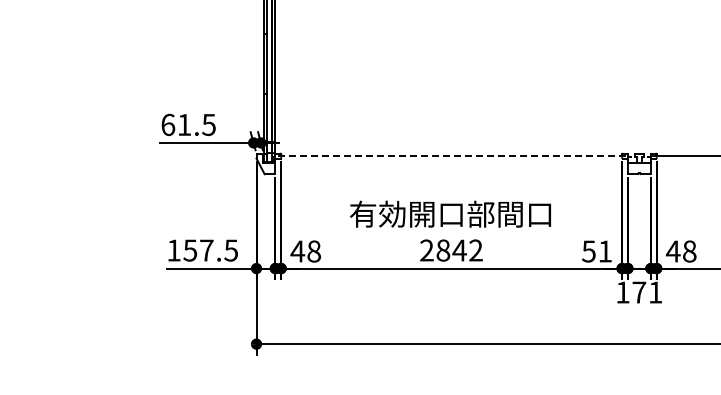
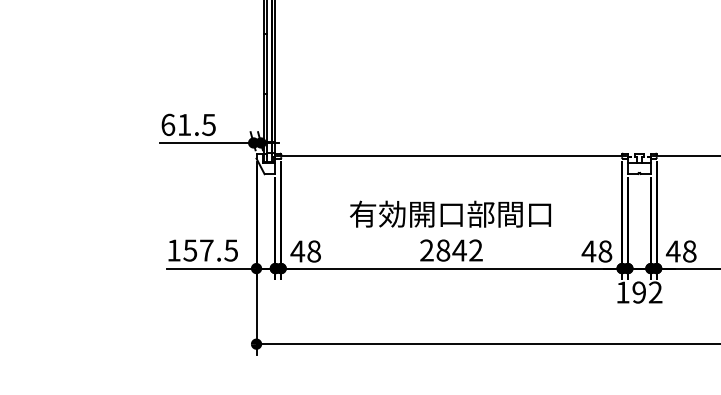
line at (451, 156): dashed -> solid
text at (596, 251): 51 -> 48
text at (647, 292): 171 -> 192
